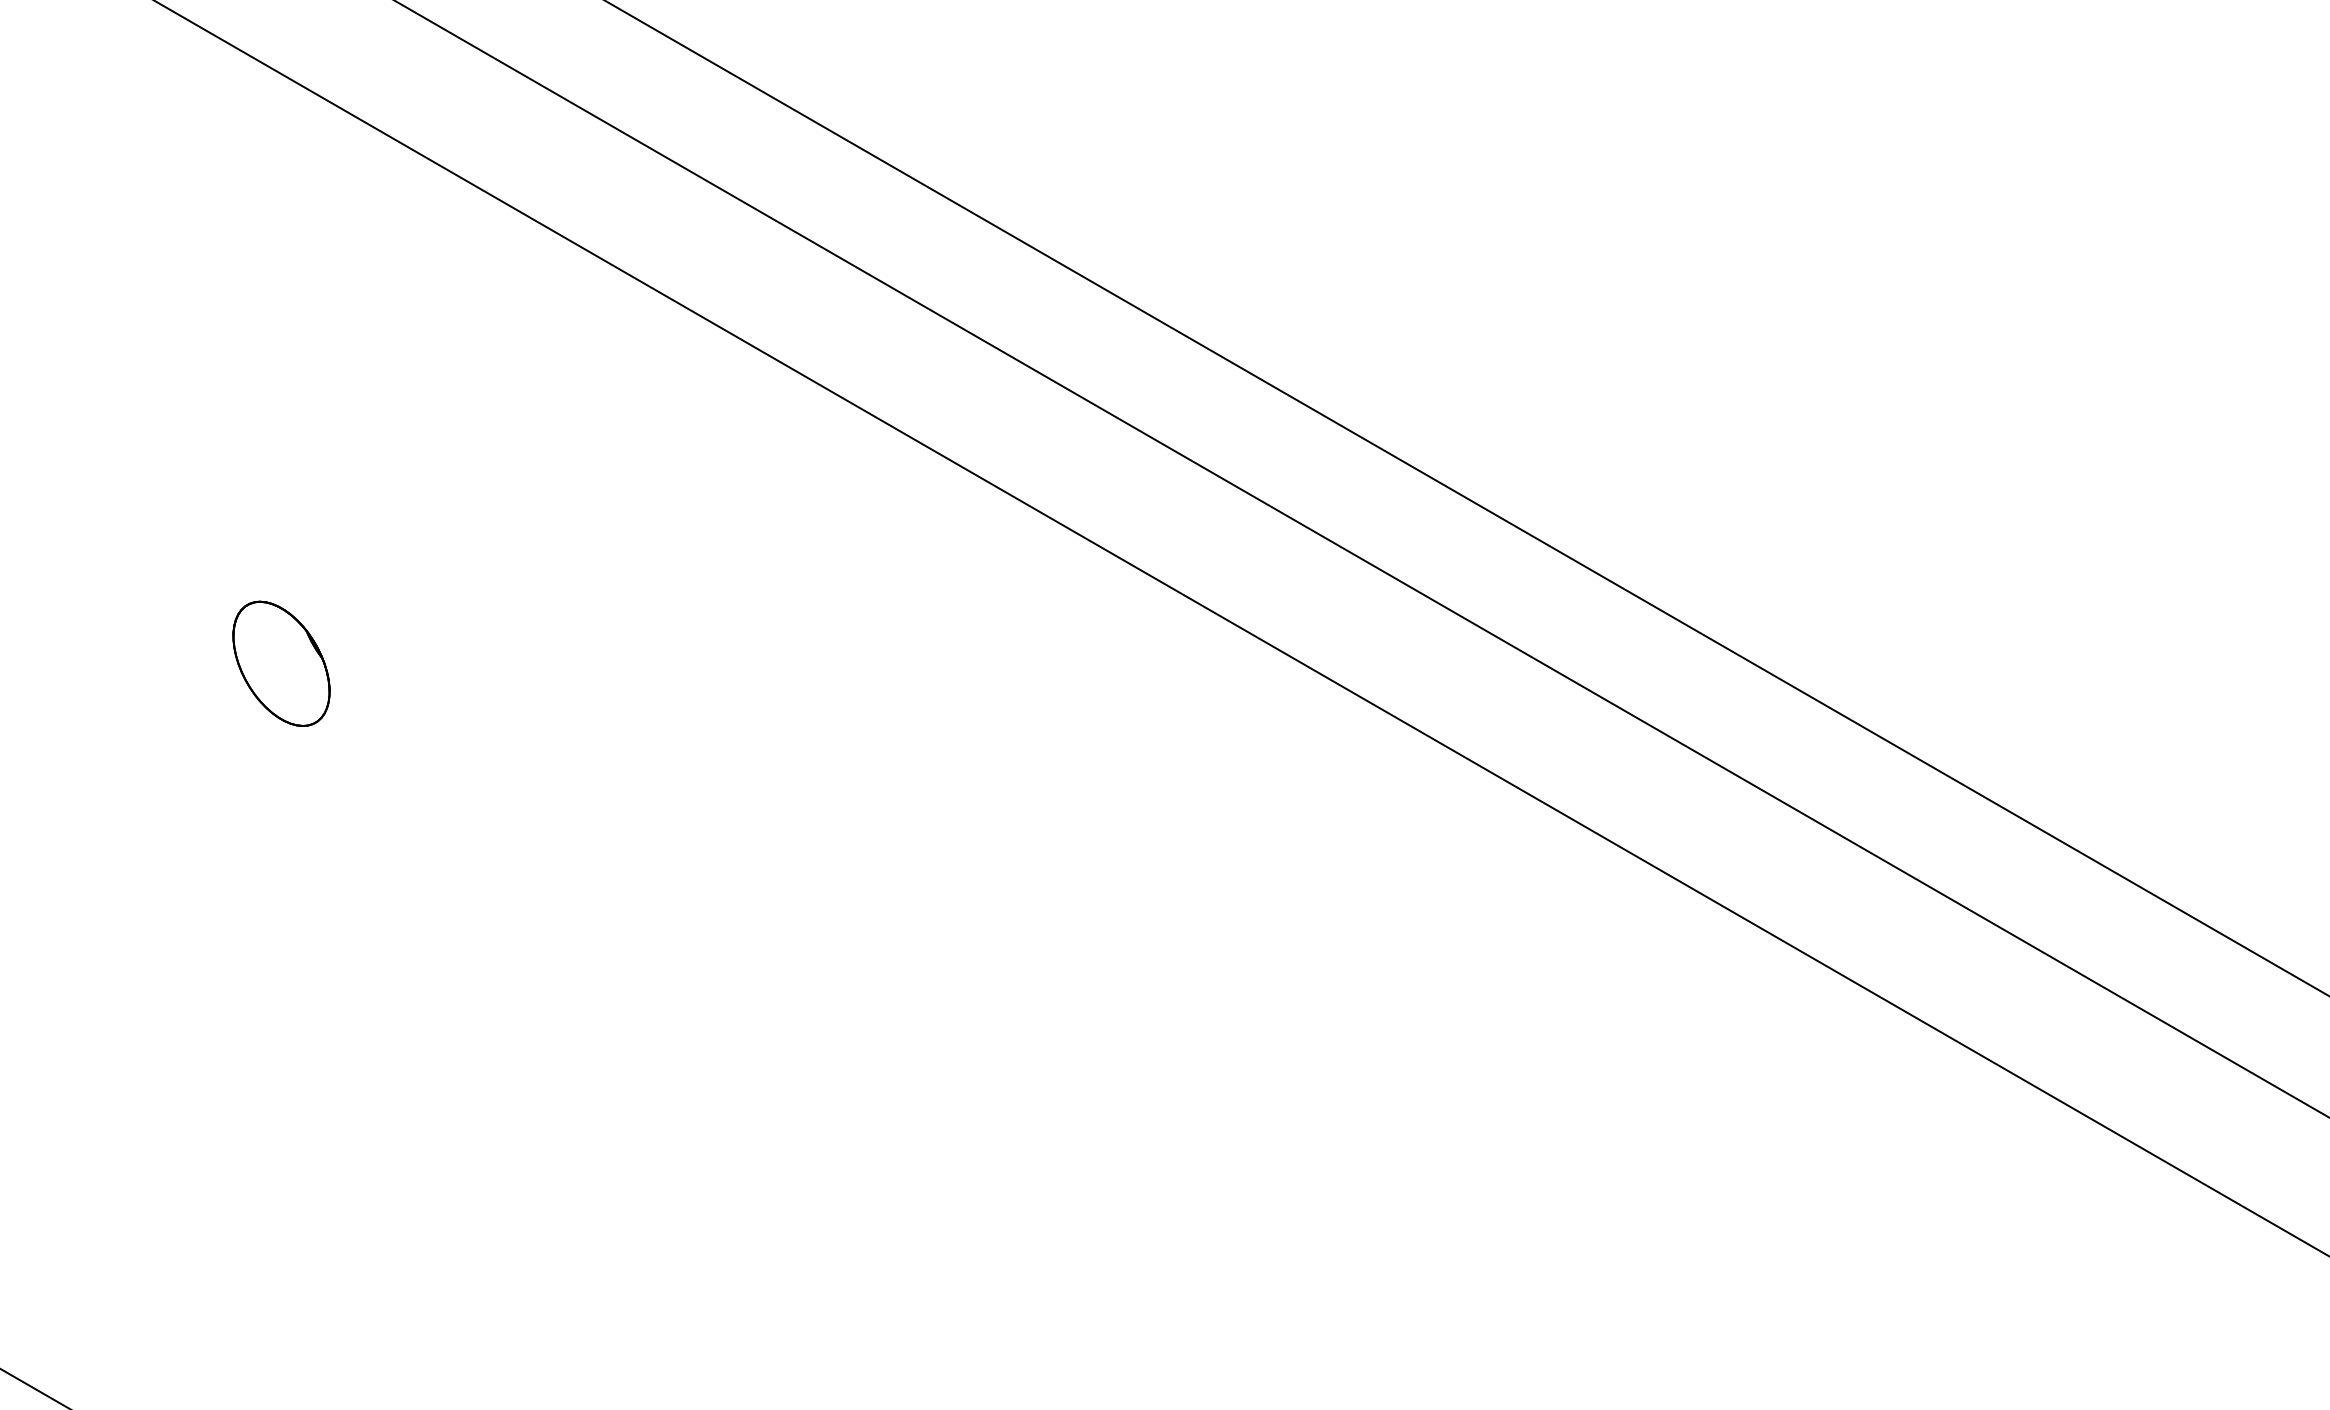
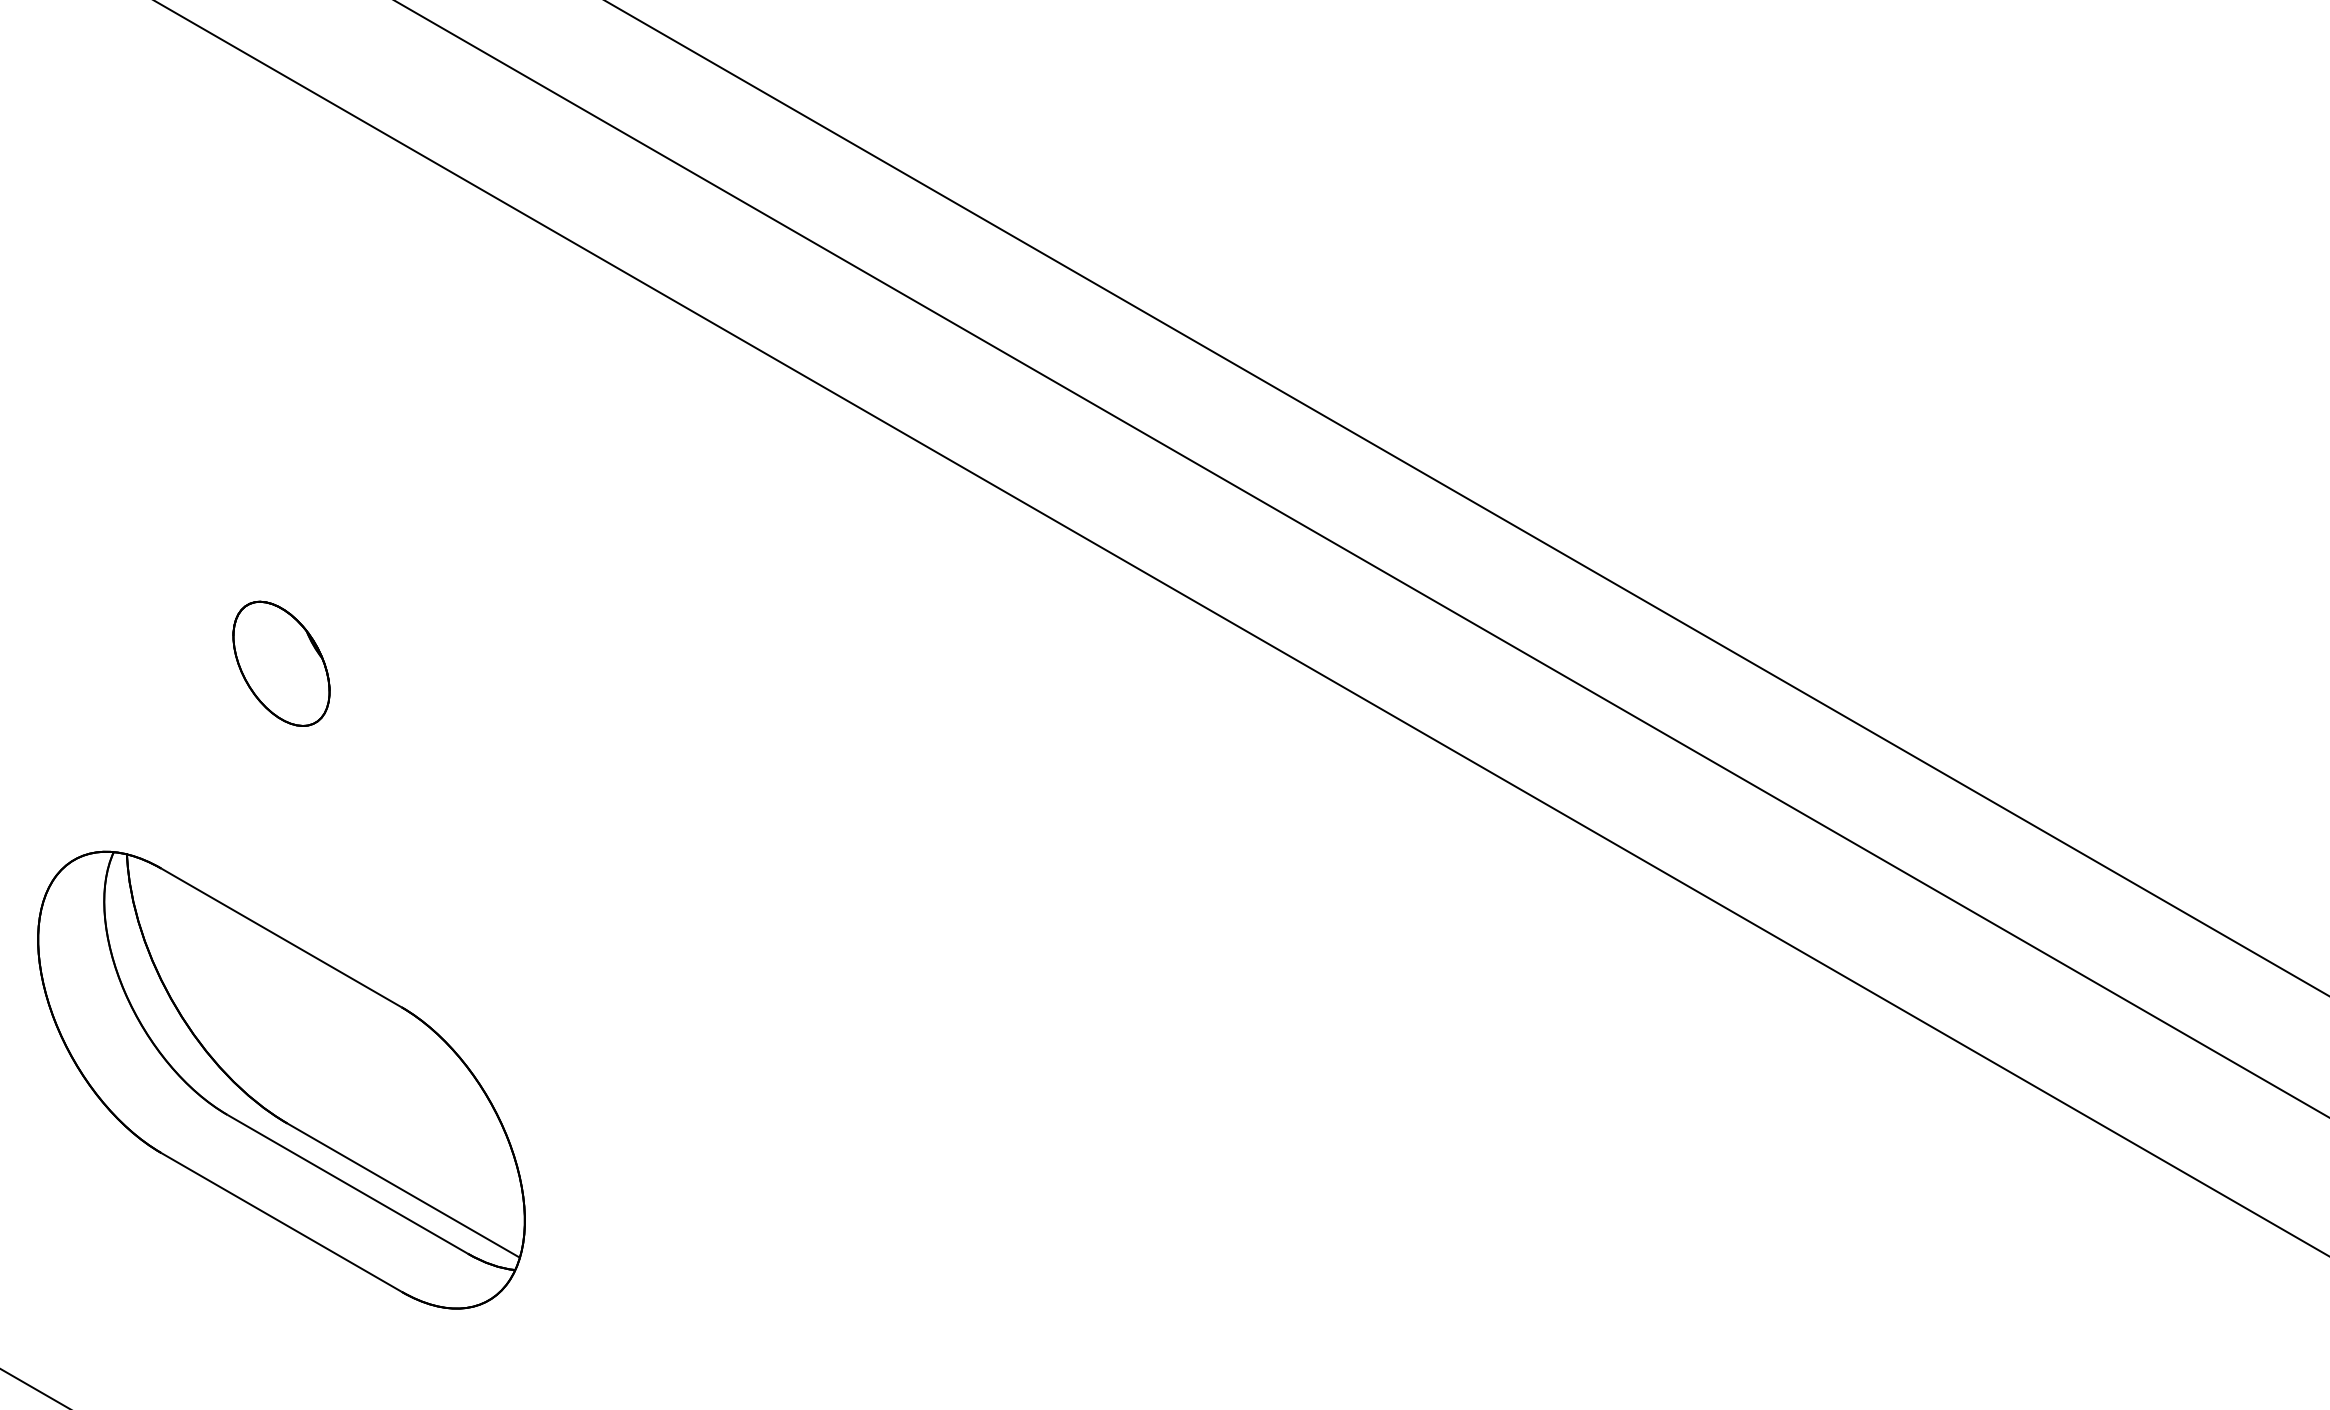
part at (281, 1079): none -> present
